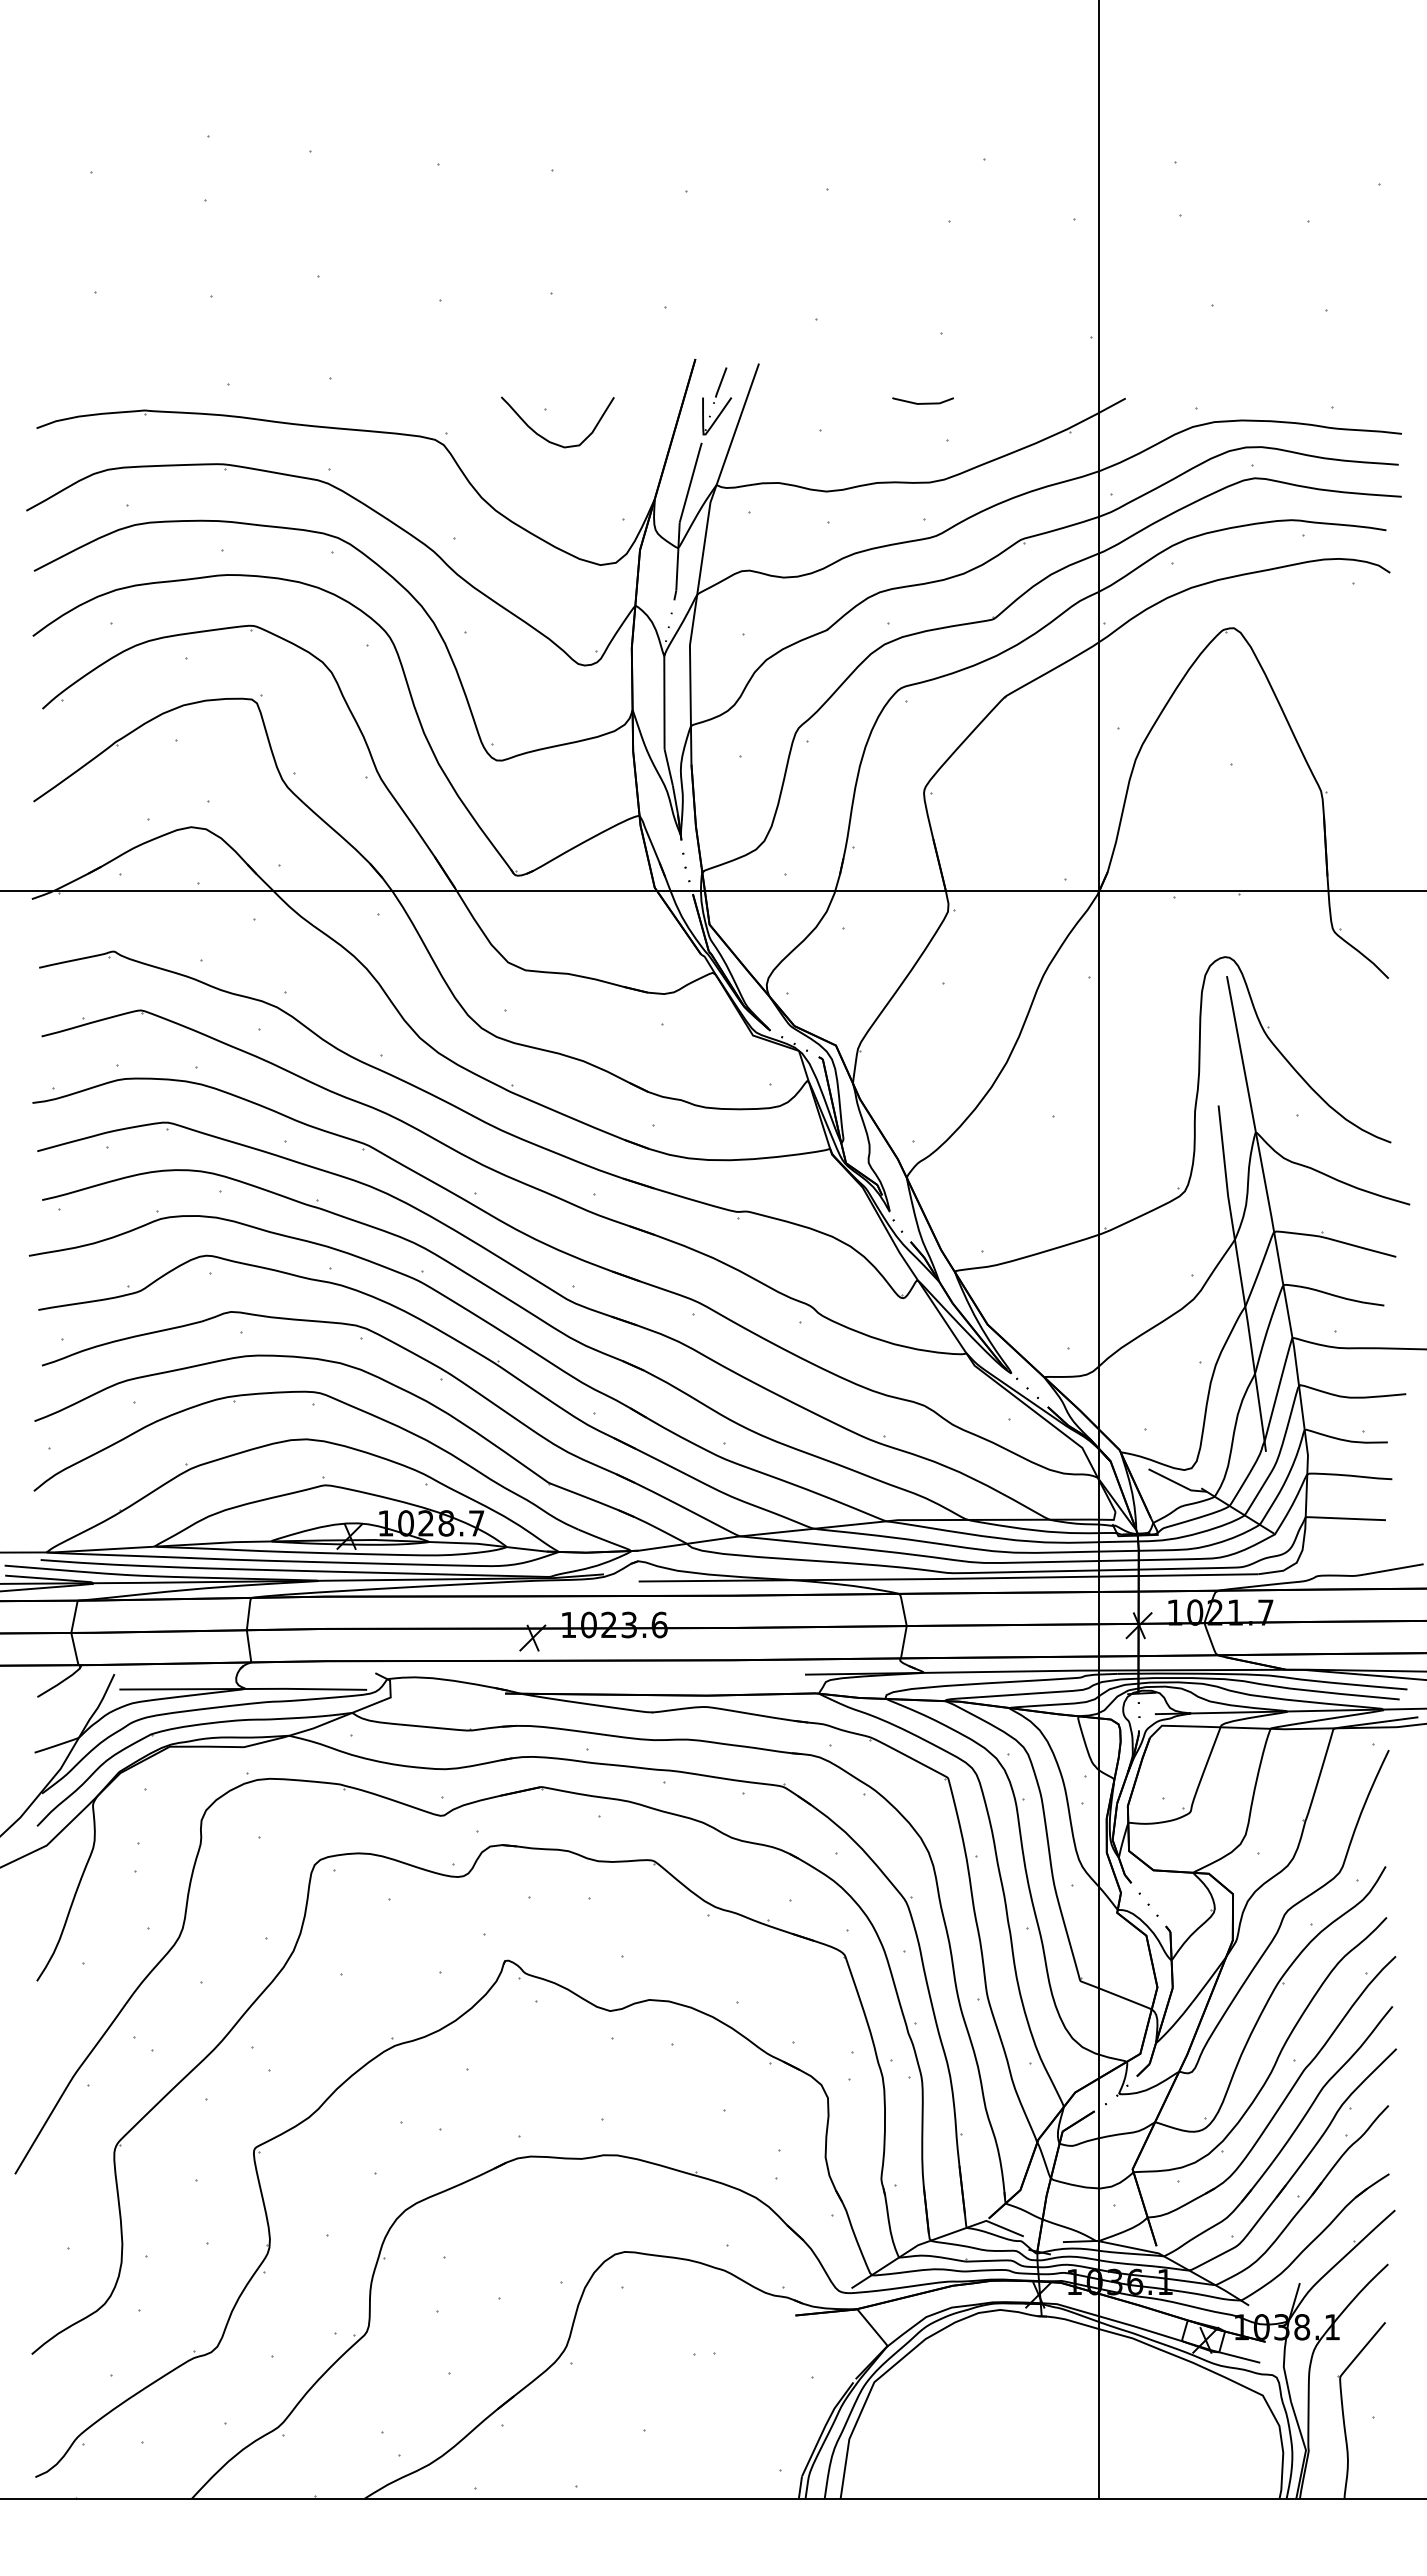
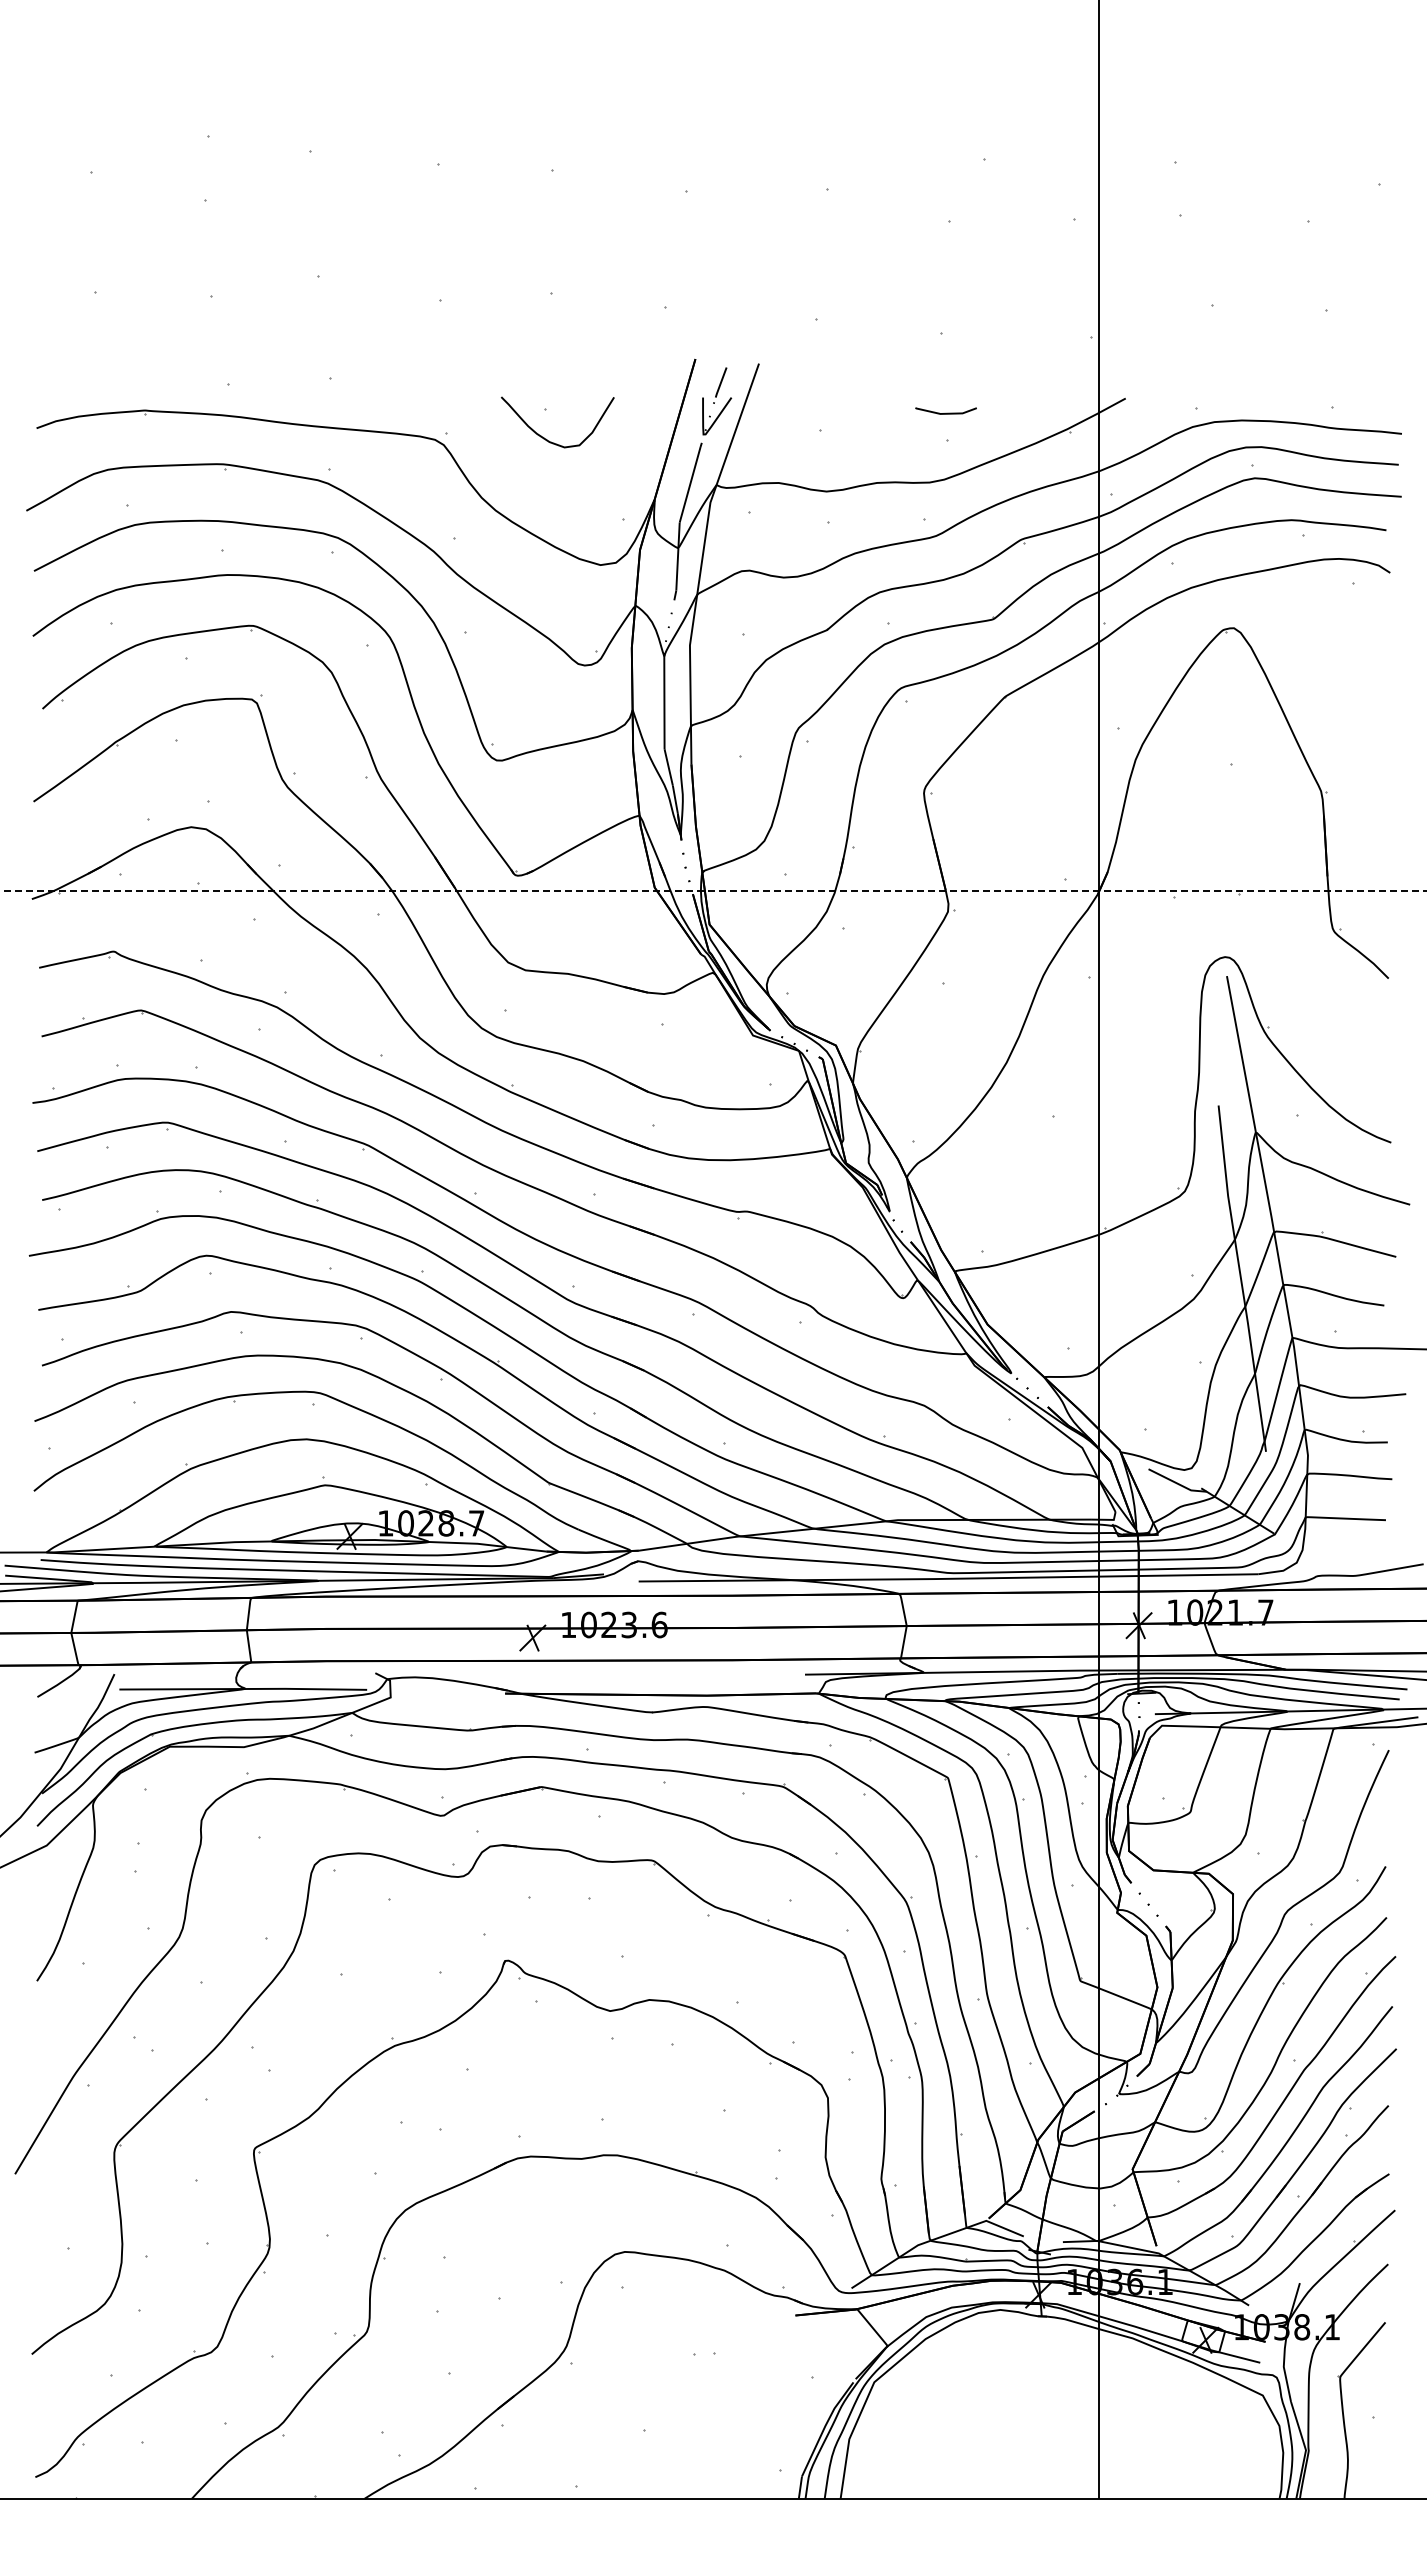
line at (922, 402) position: (922, 402) -> (945, 412)
line at (713, 891): solid -> dashed
